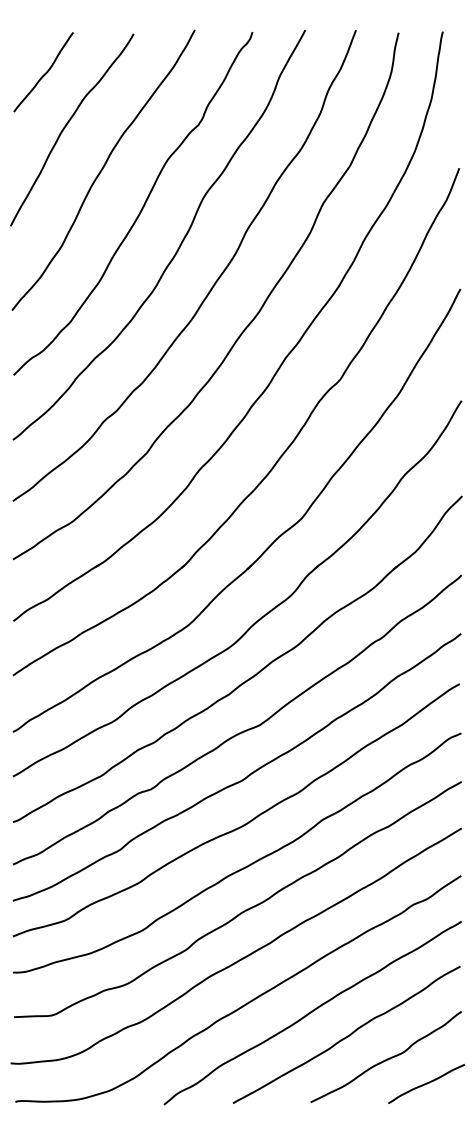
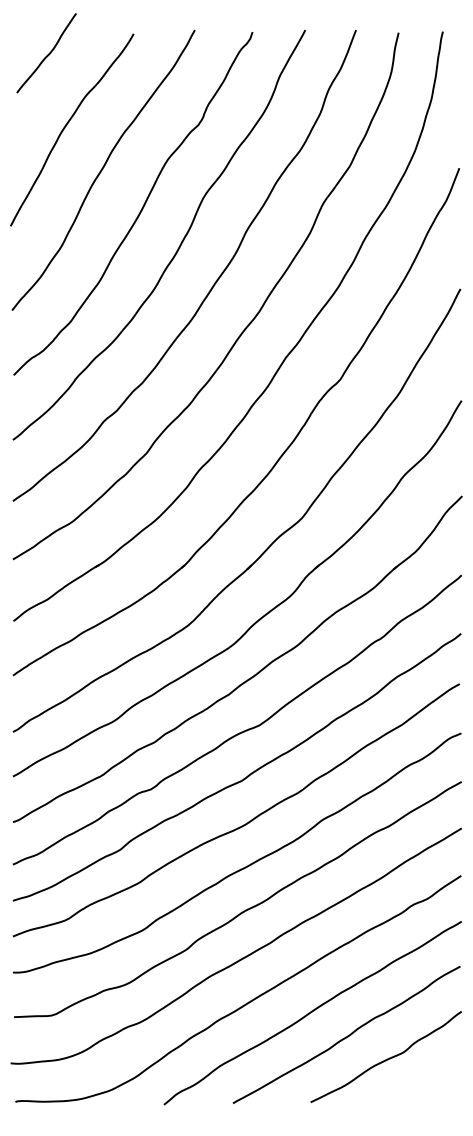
curve at (44, 73) position: (44, 73) -> (47, 54)
curve at (426, 1083): present -> none
